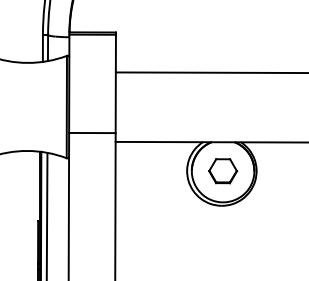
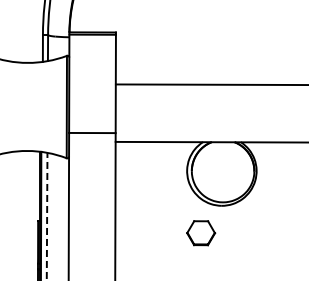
line at (210, 72) position: (210, 72) -> (210, 84)
part at (223, 171) position: (223, 171) -> (201, 233)
line at (47, 216): solid -> dashed
